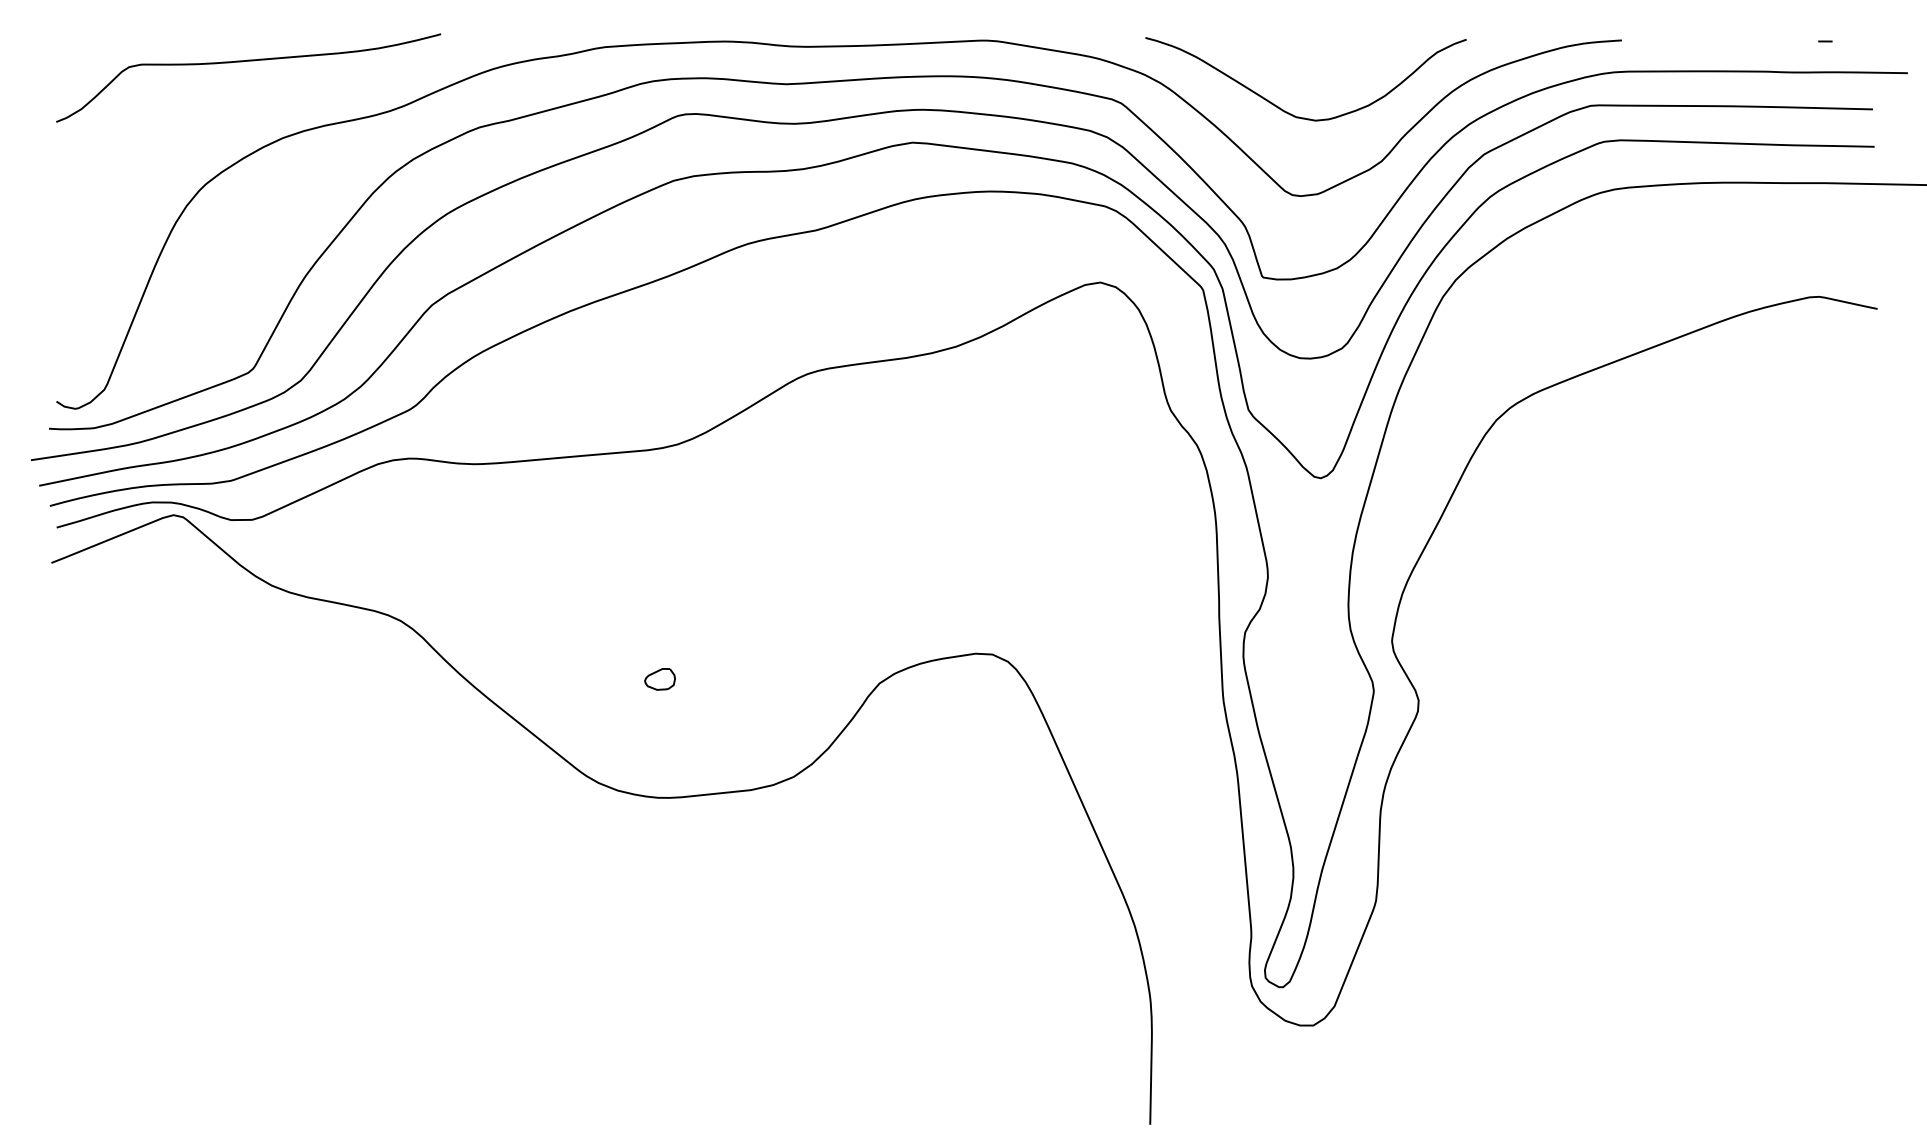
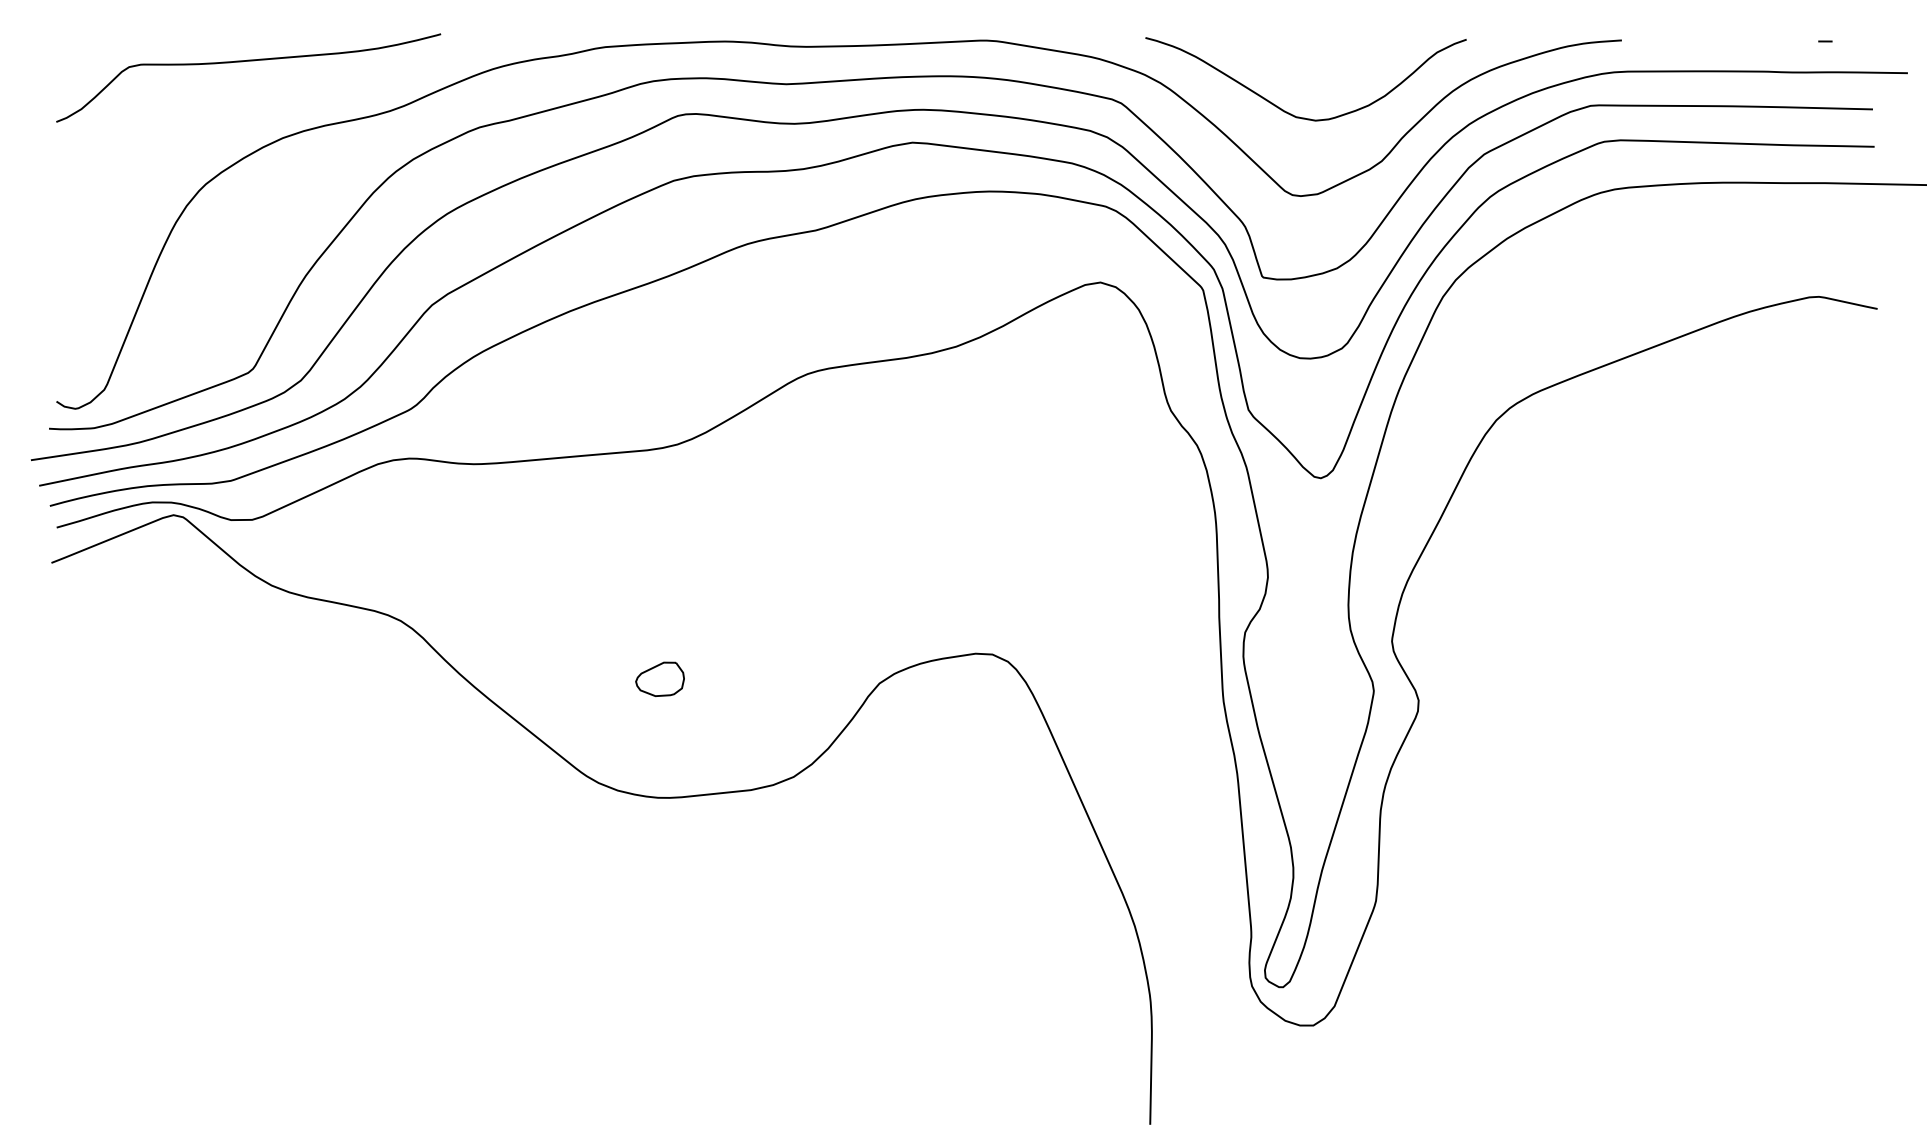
part at (659, 679) size: 32x23 px -> 50x36 px
